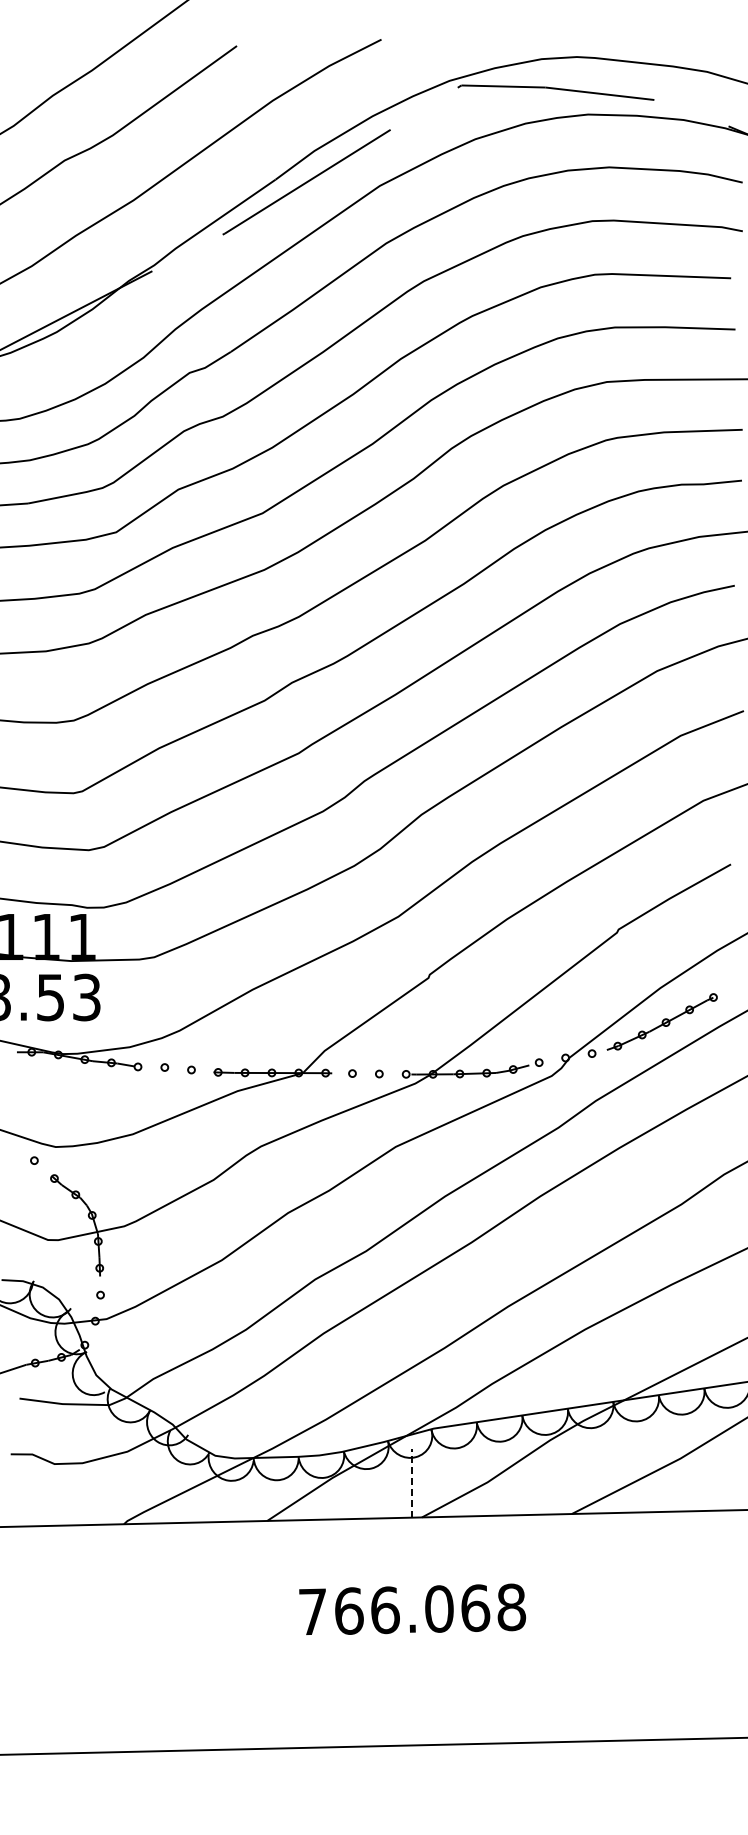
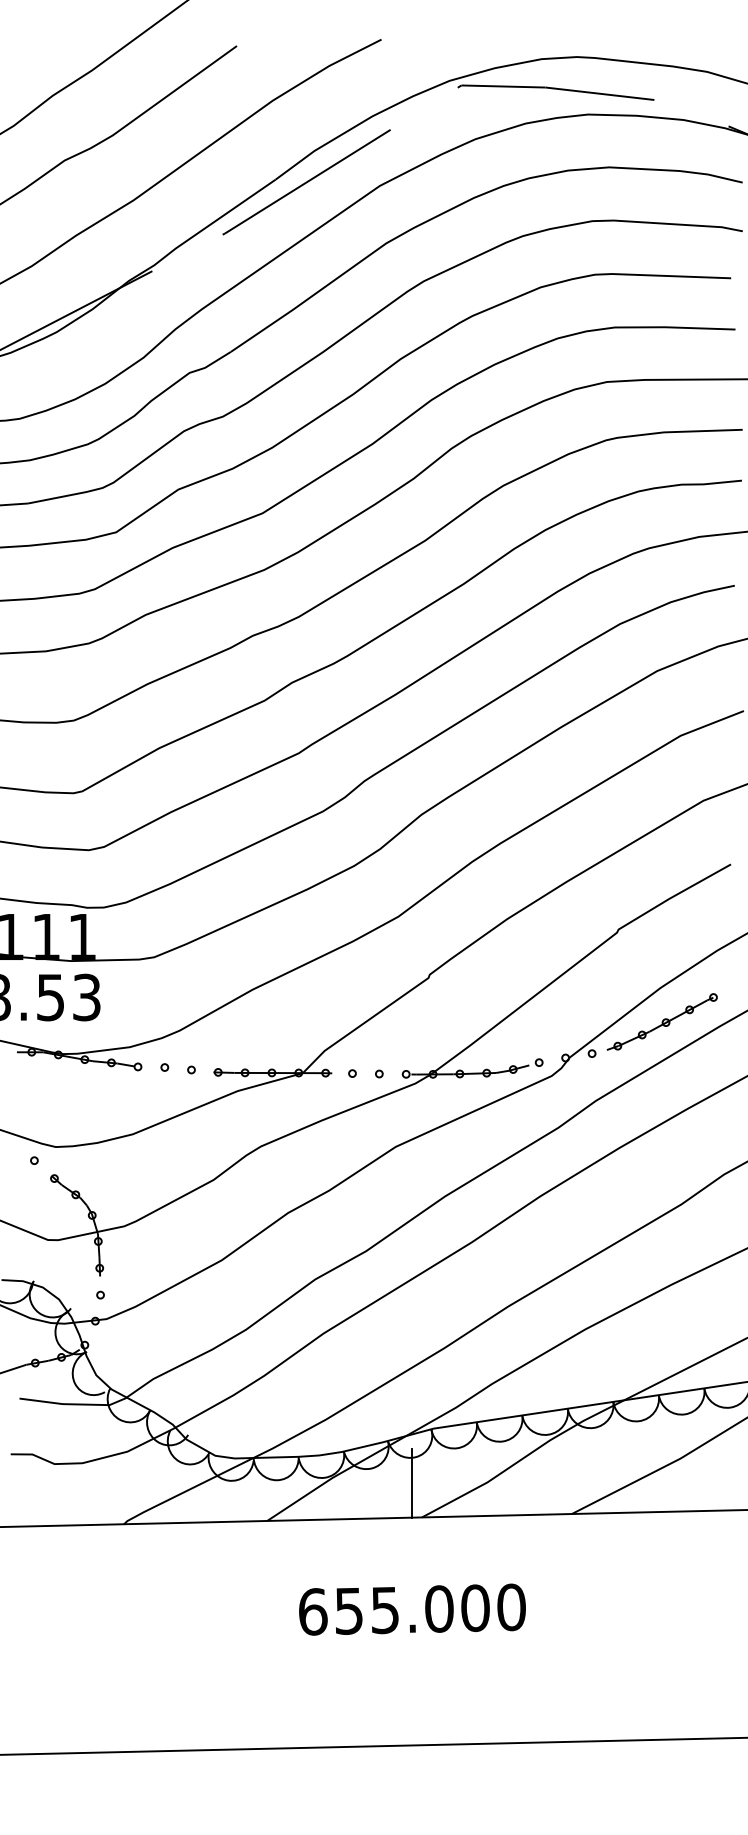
line at (411, 1483): dashed -> solid
text at (412, 1609): 766.068 -> 655.000
